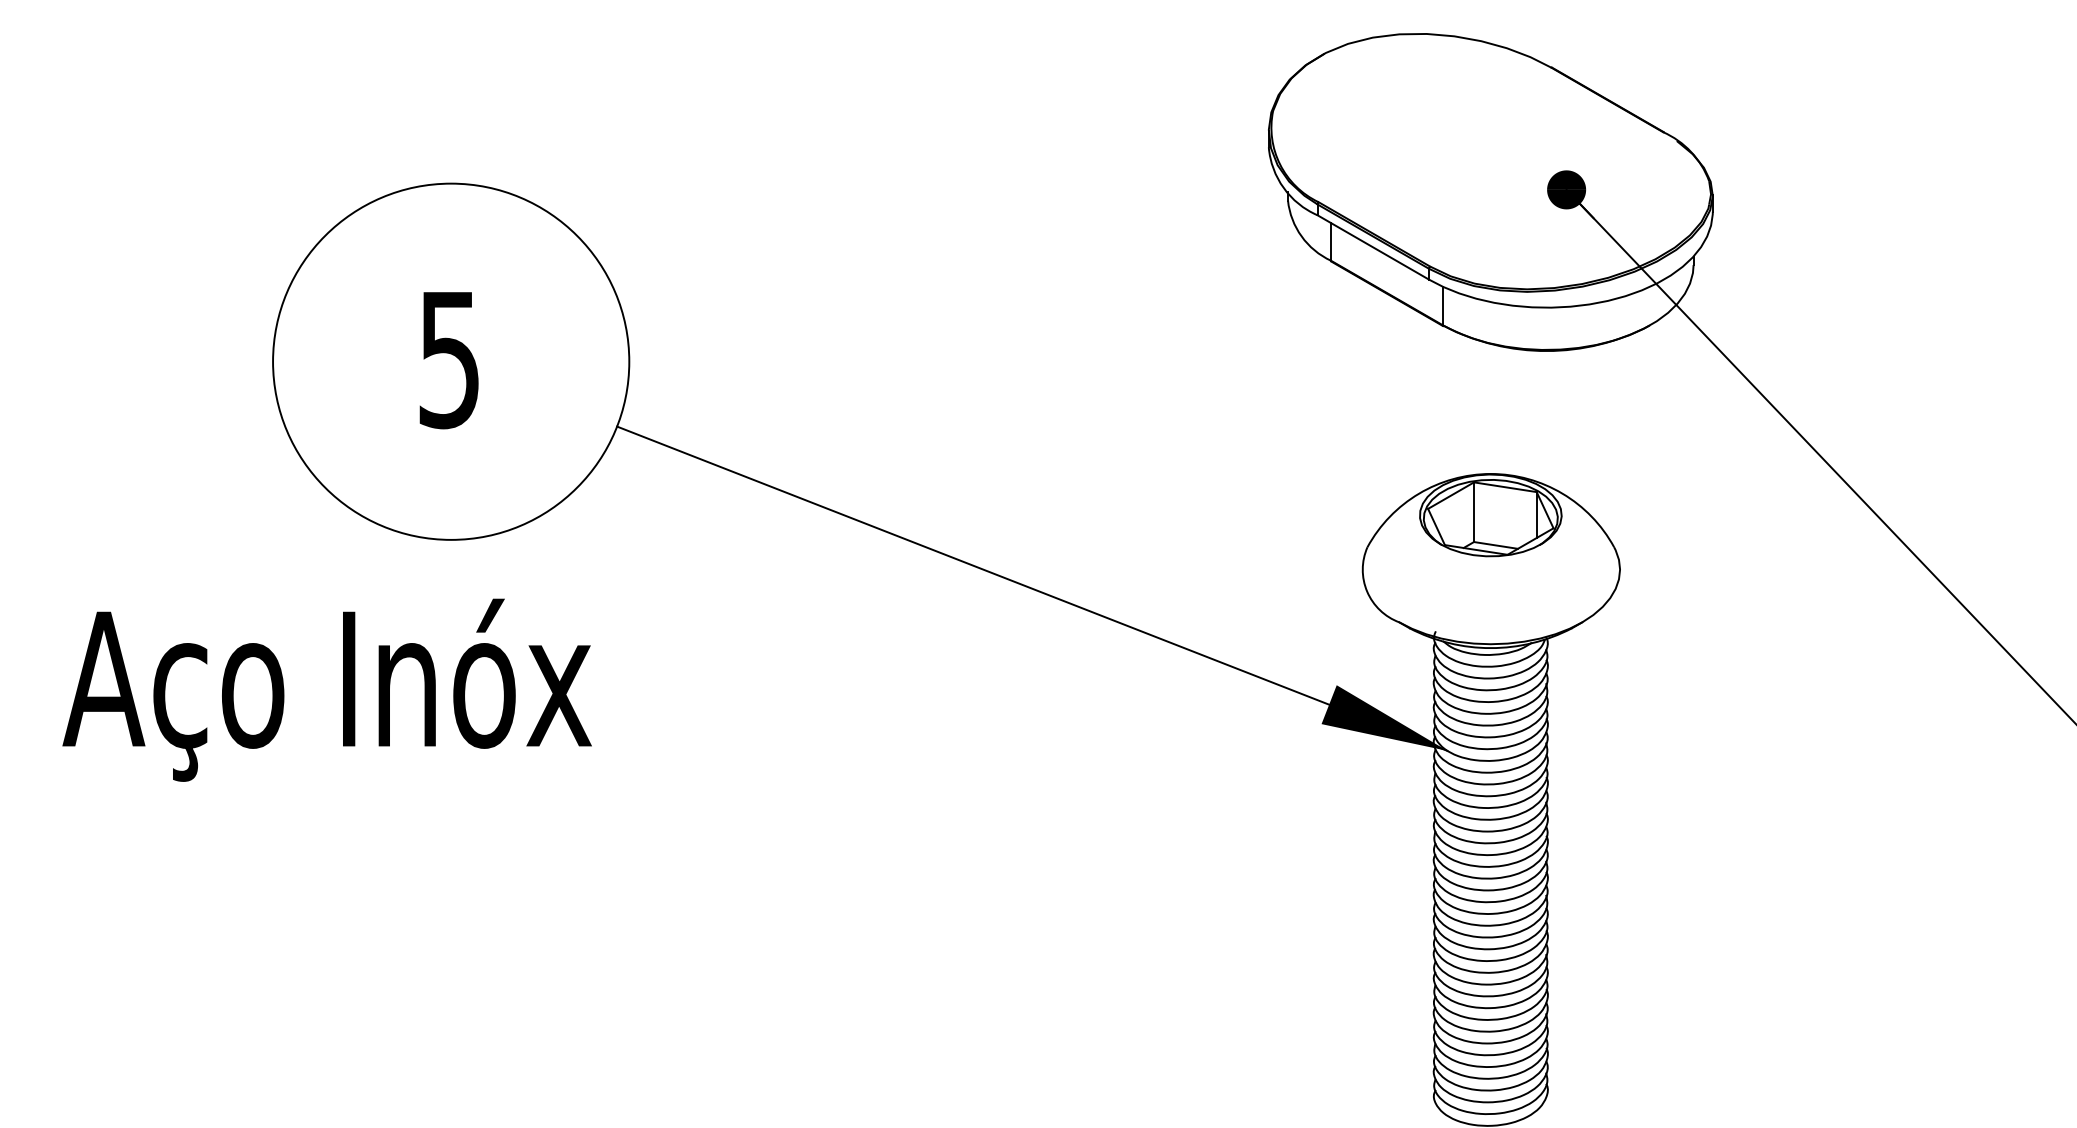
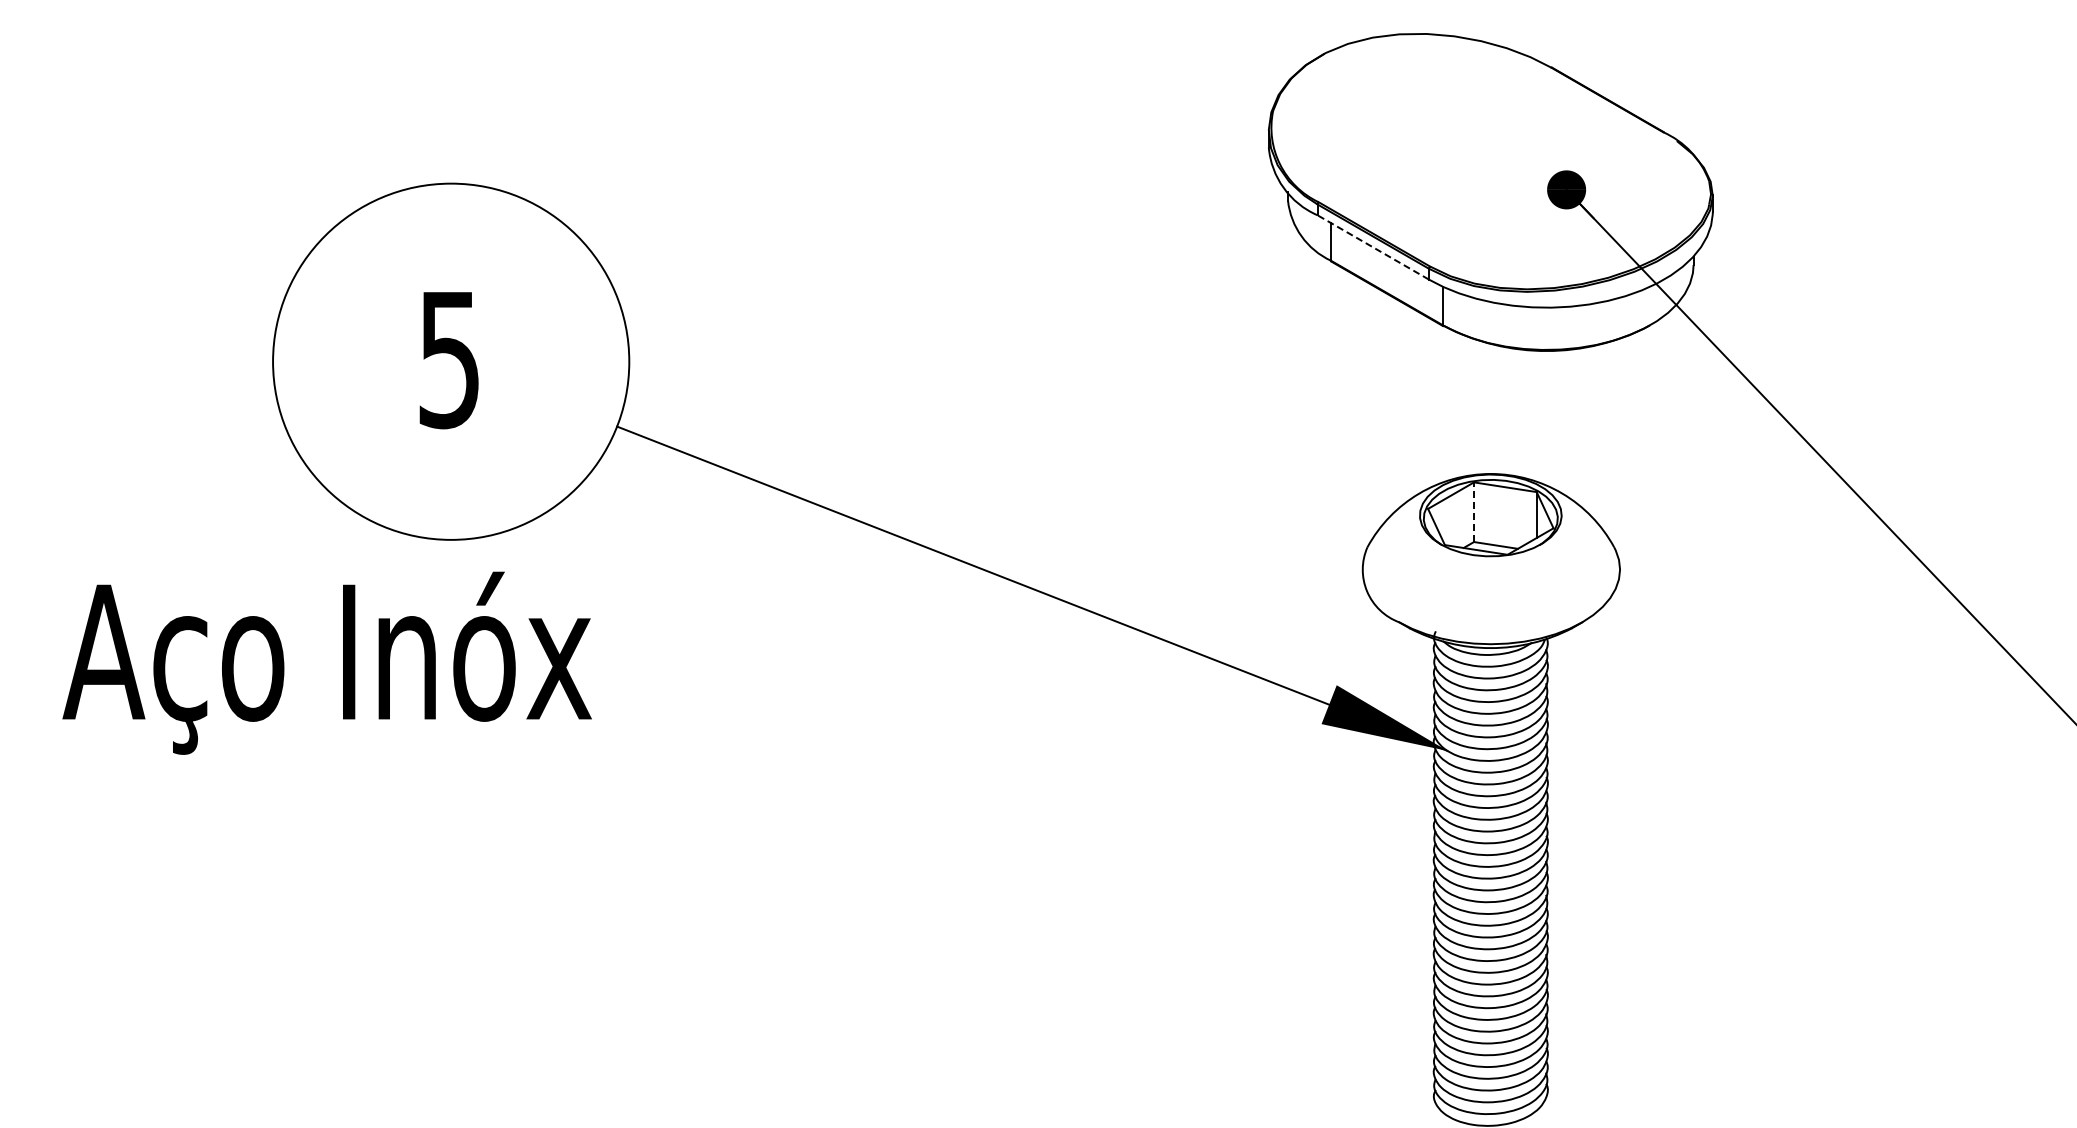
line at (1372, 247): solid -> dashed
line at (1474, 512): solid -> dashed
text at (326, 689) position: (326, 689) -> (326, 662)
